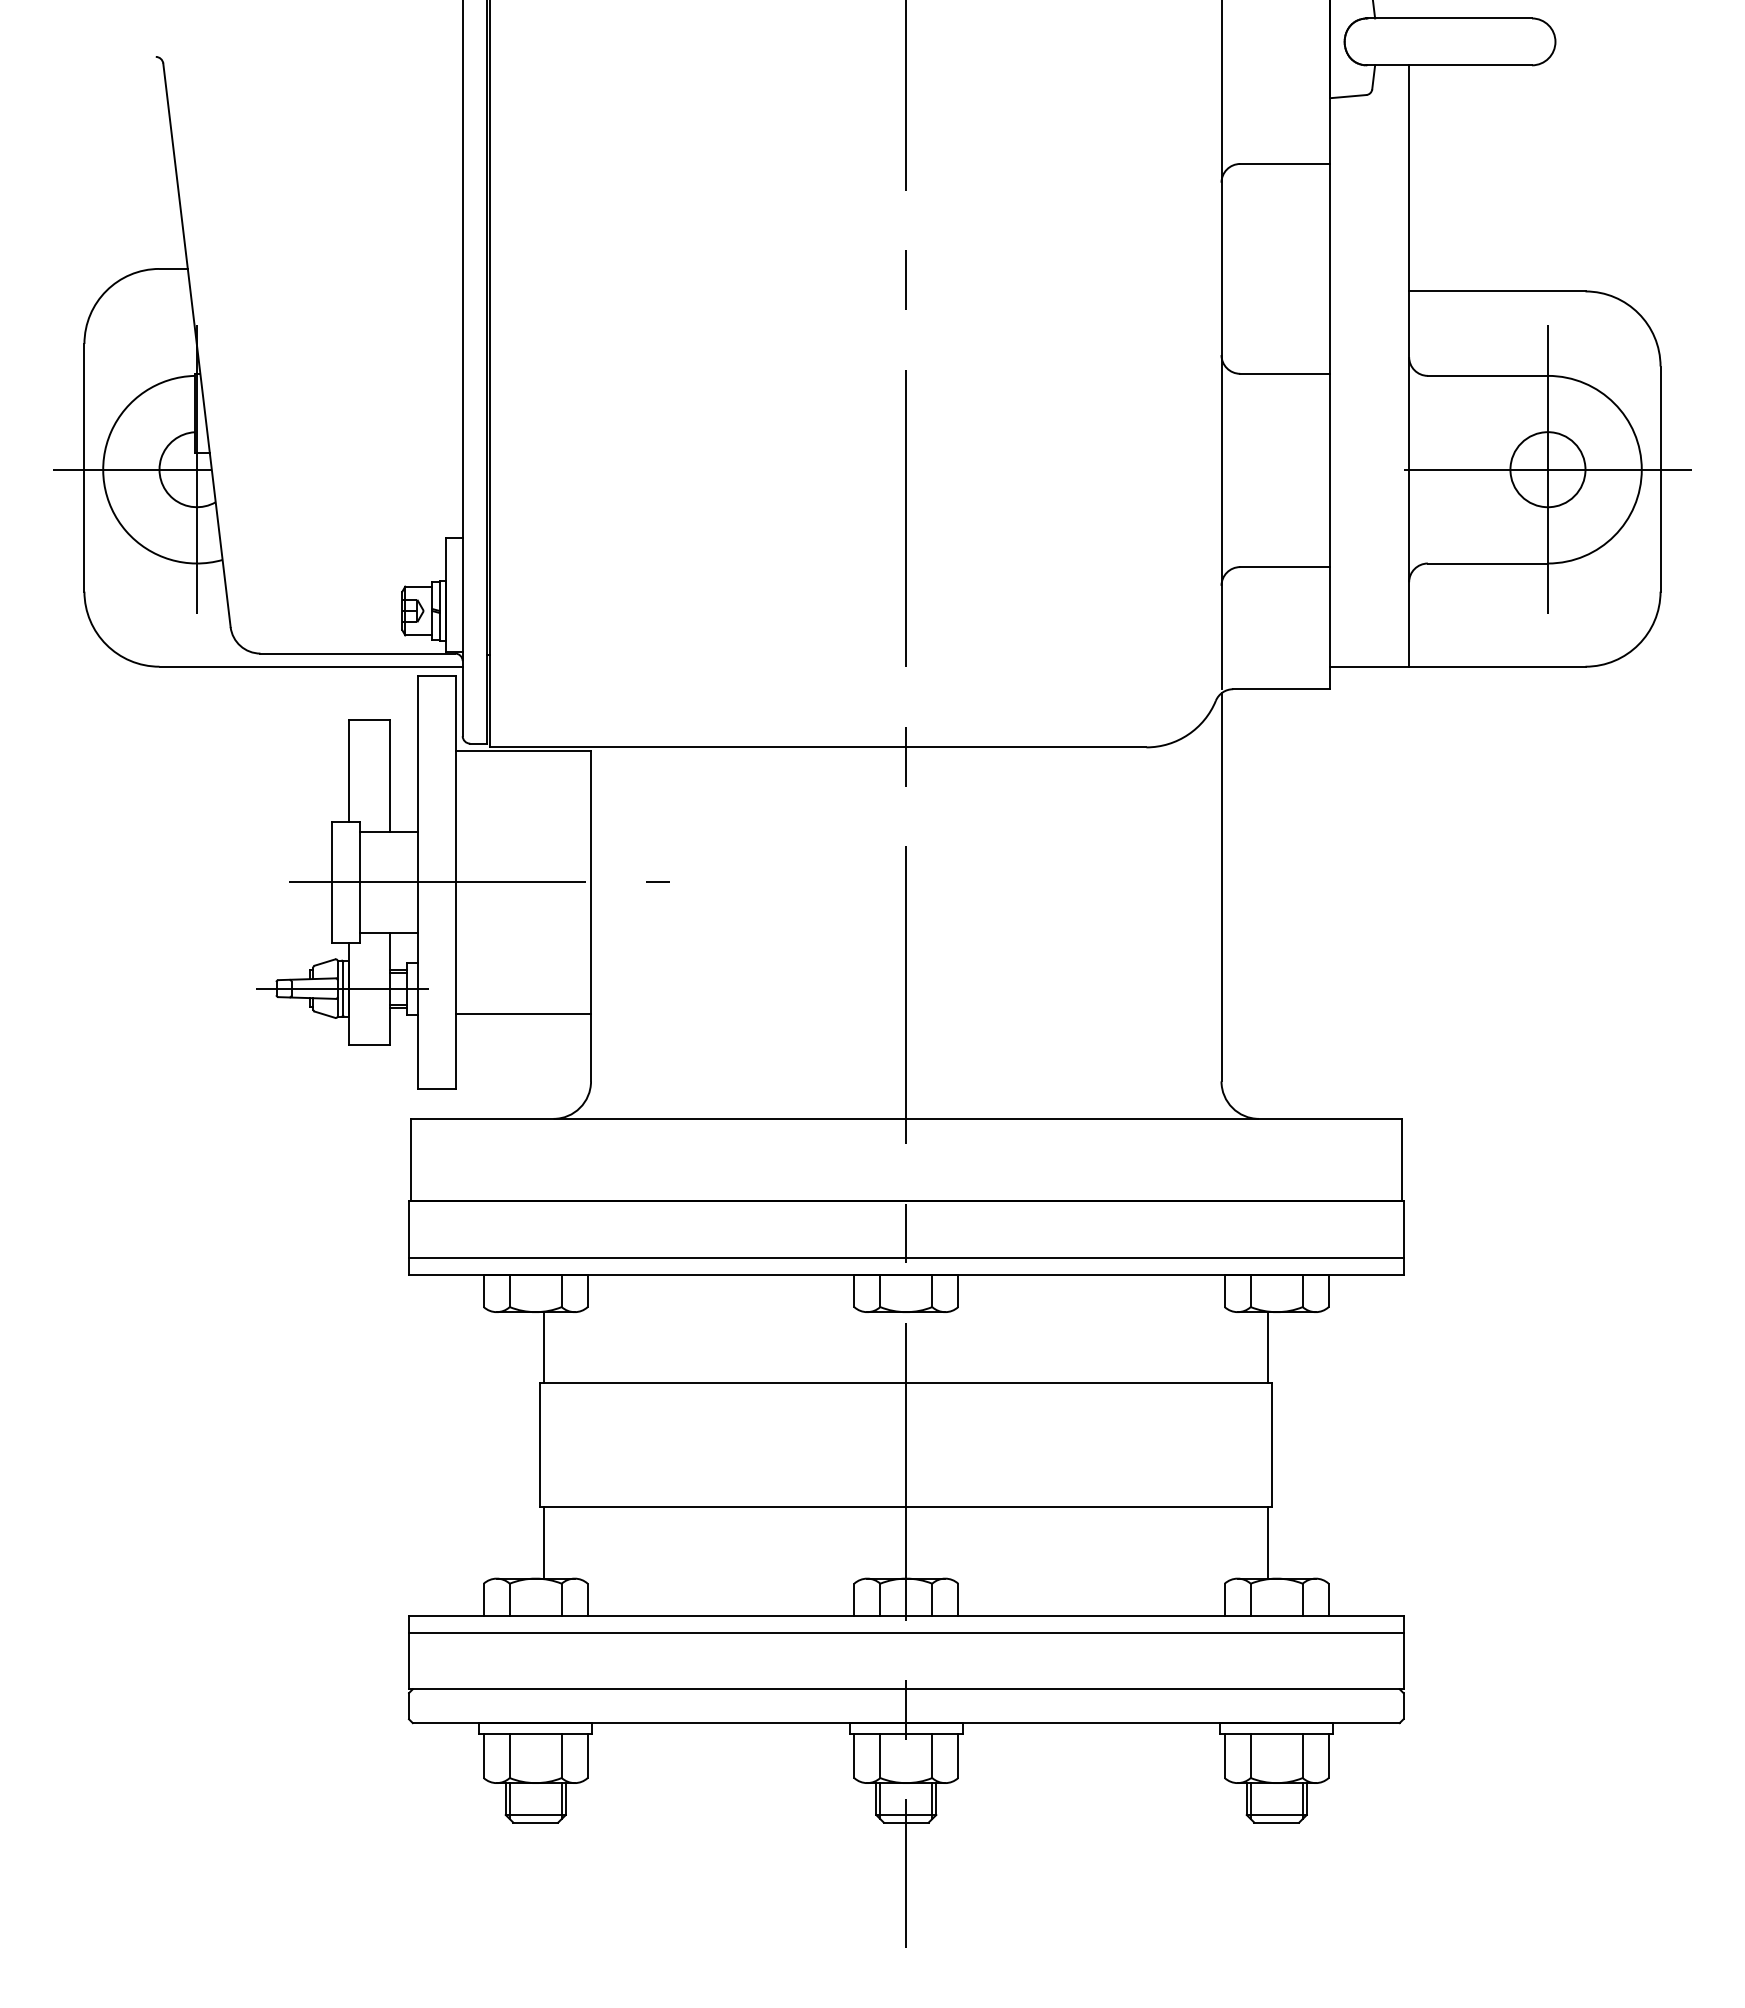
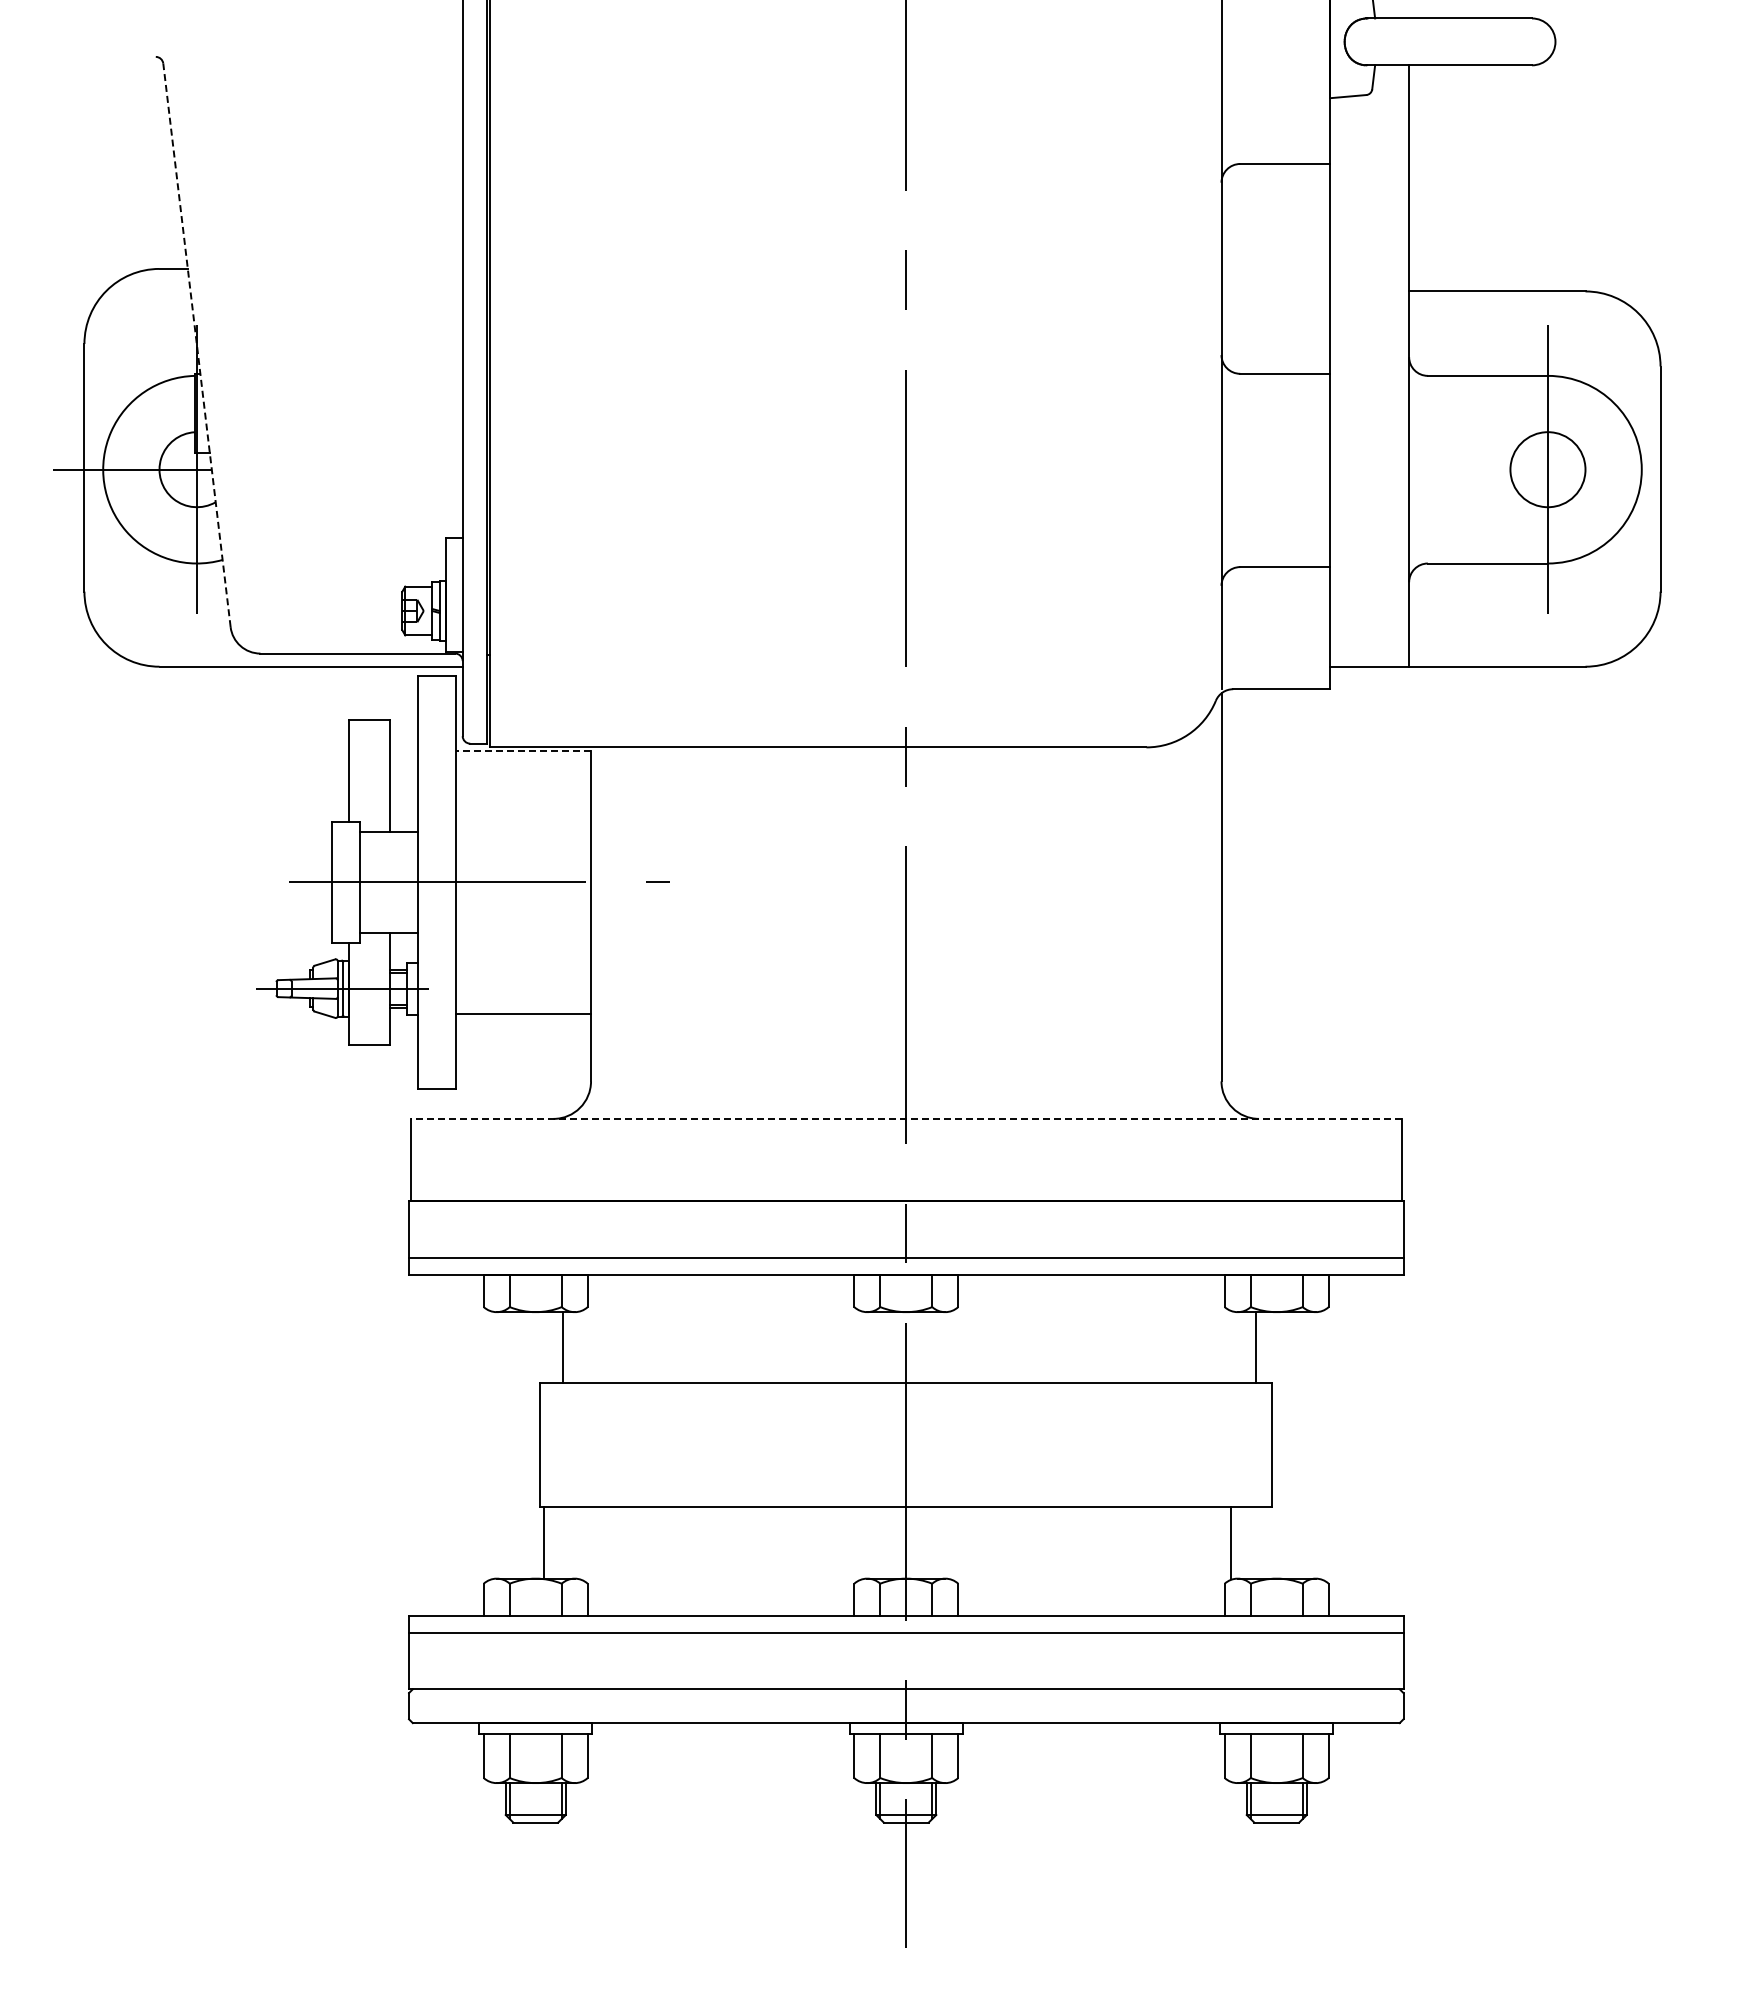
line at (196, 345): solid -> dashed
line at (1547, 469): present -> none
line at (523, 751): solid -> dashed
line at (905, 1118): solid -> dashed
line at (544, 1347) position: (544, 1347) -> (563, 1347)
line at (1268, 1347) position: (1268, 1347) -> (1256, 1347)
line at (1268, 1542) position: (1268, 1542) -> (1231, 1542)
